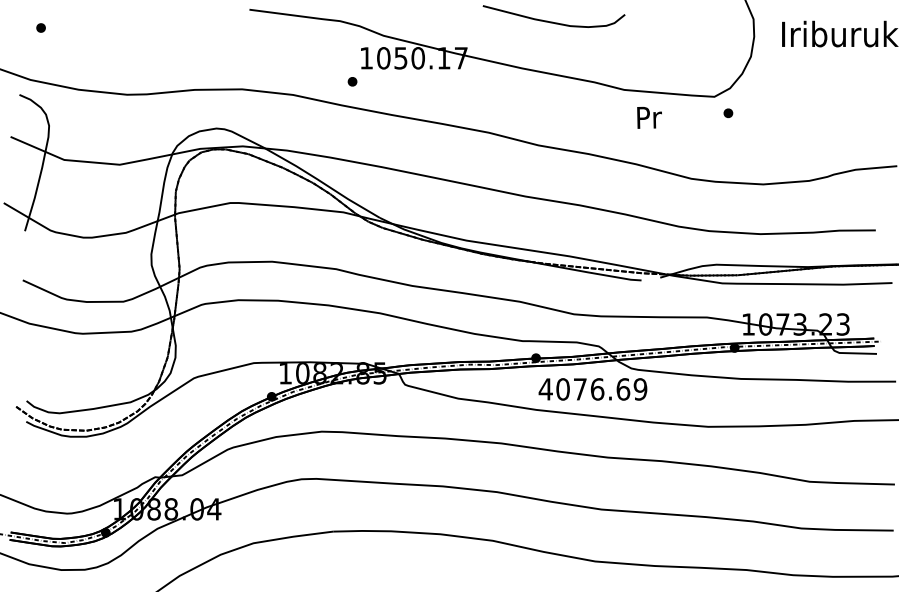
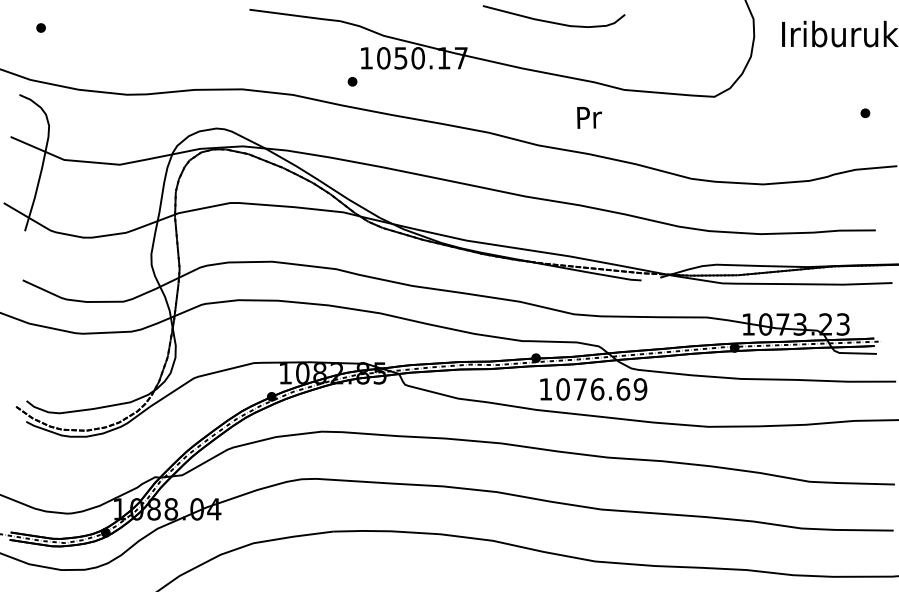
part at (728, 113) position: (728, 113) -> (865, 113)
text at (649, 117) position: (649, 117) -> (589, 117)
text at (545, 389): 4076.69 -> 1076.69
